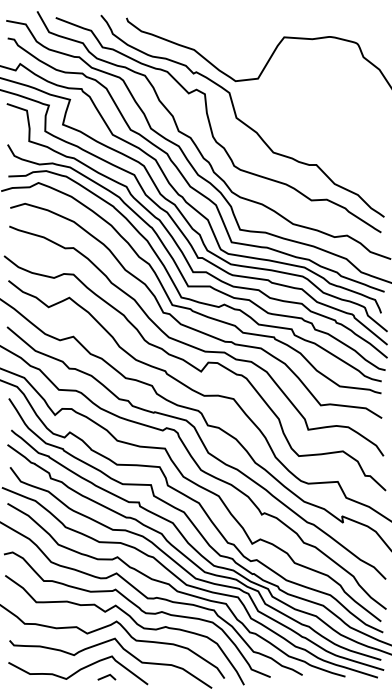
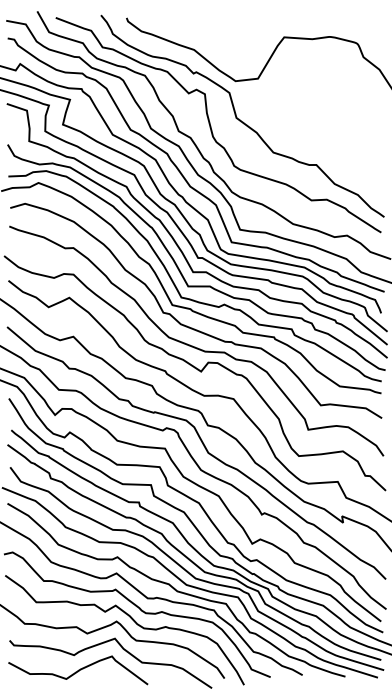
line at (106, 676): present -> none
